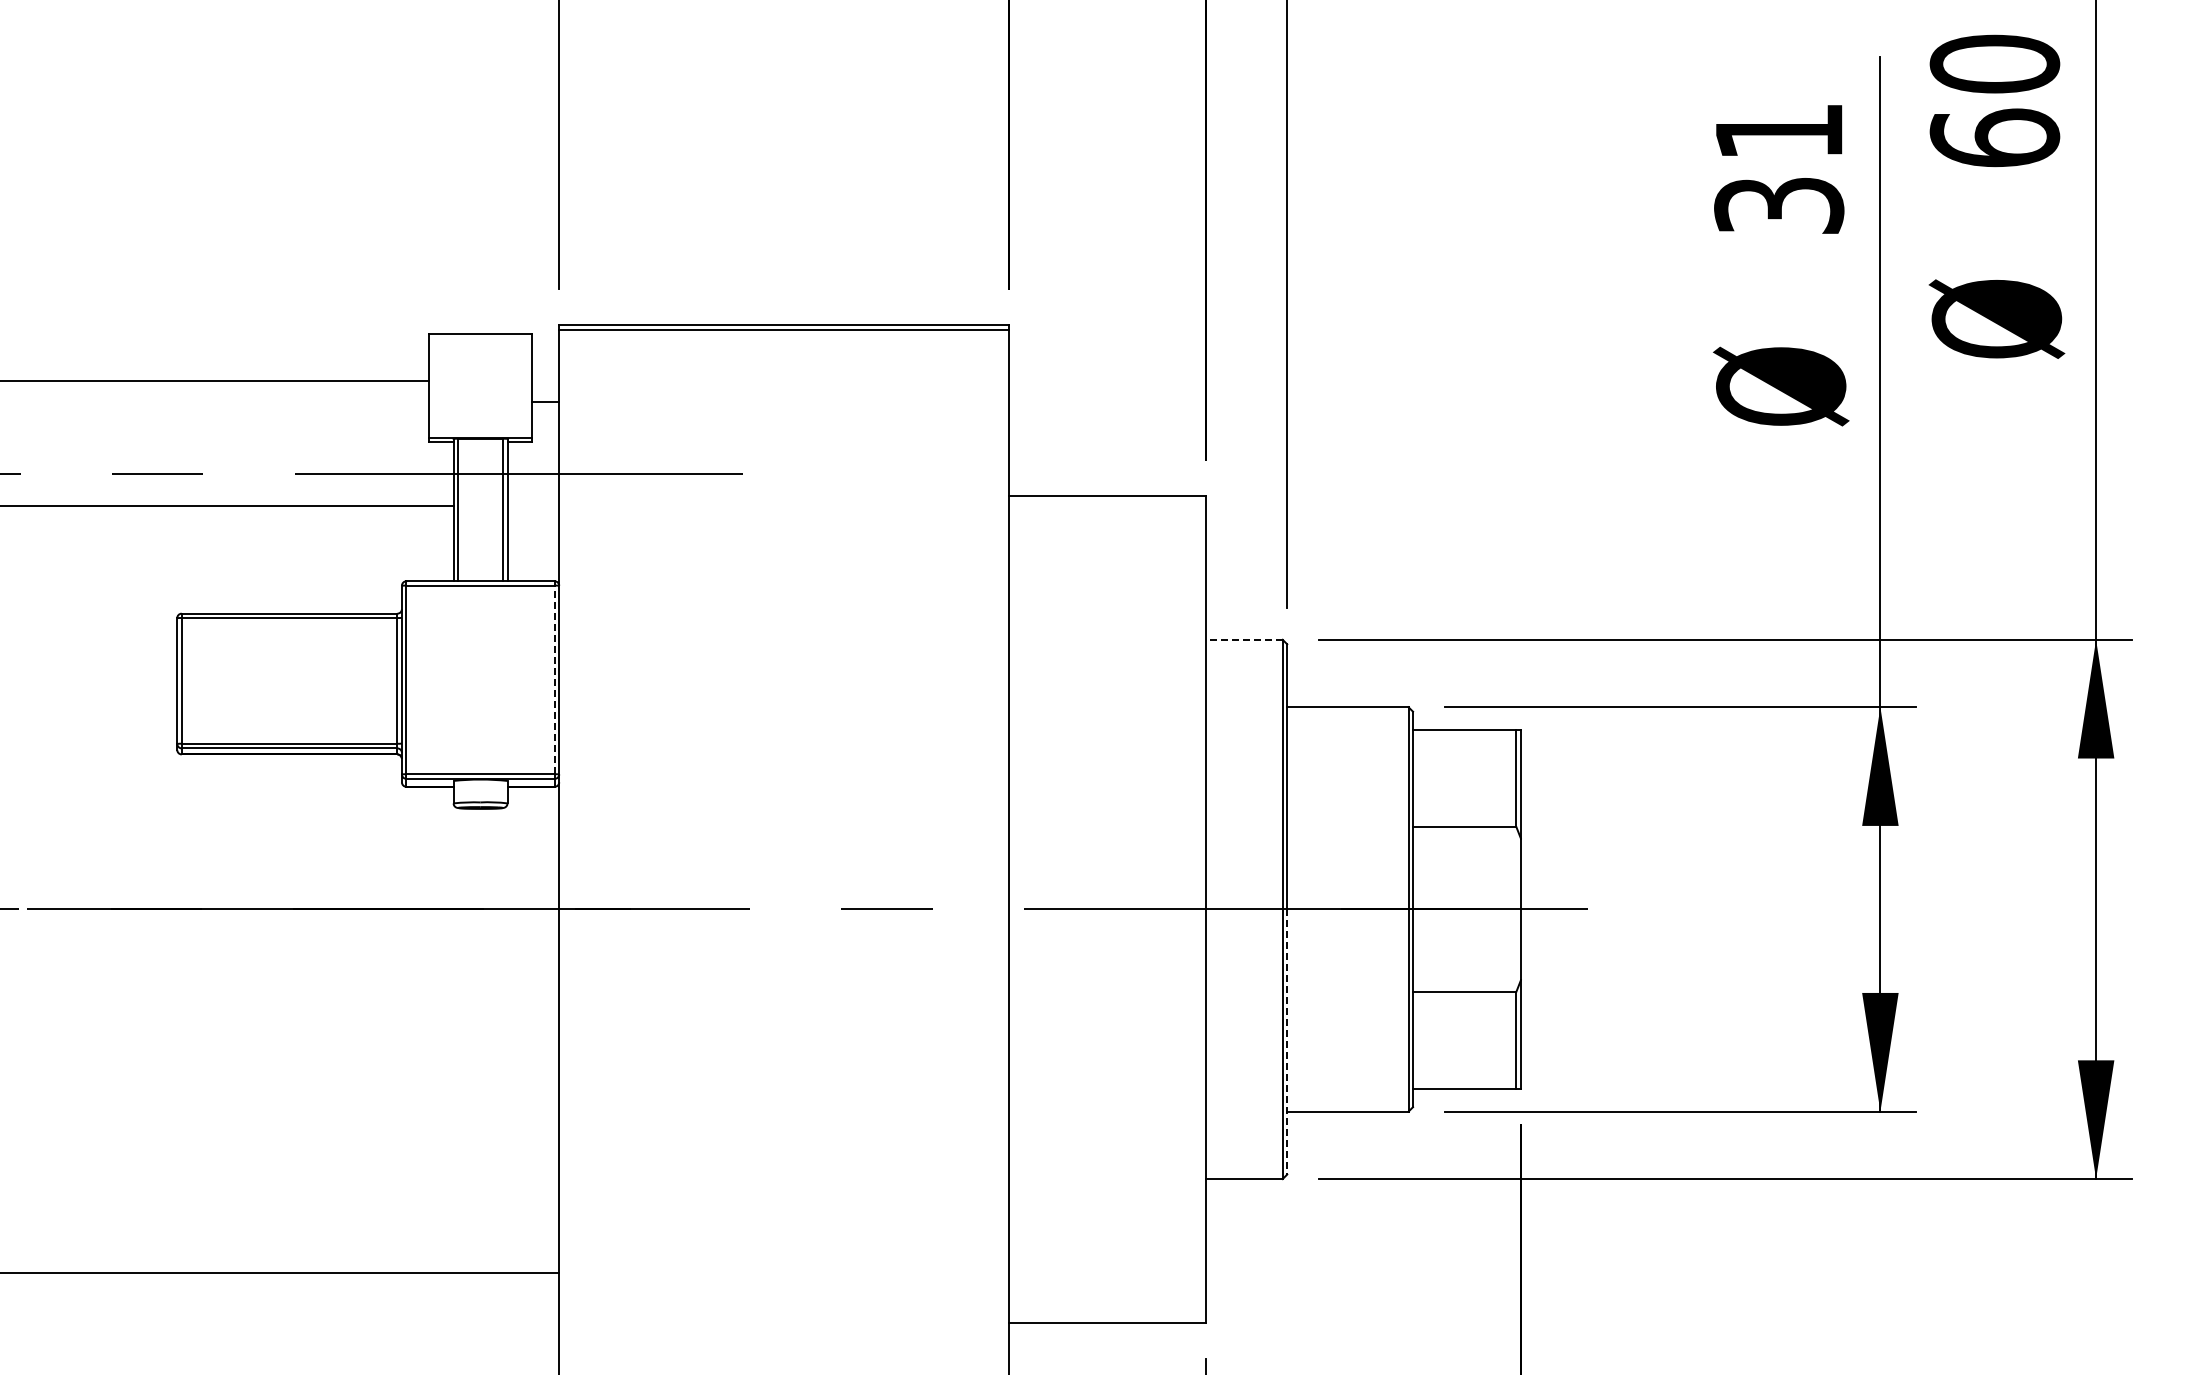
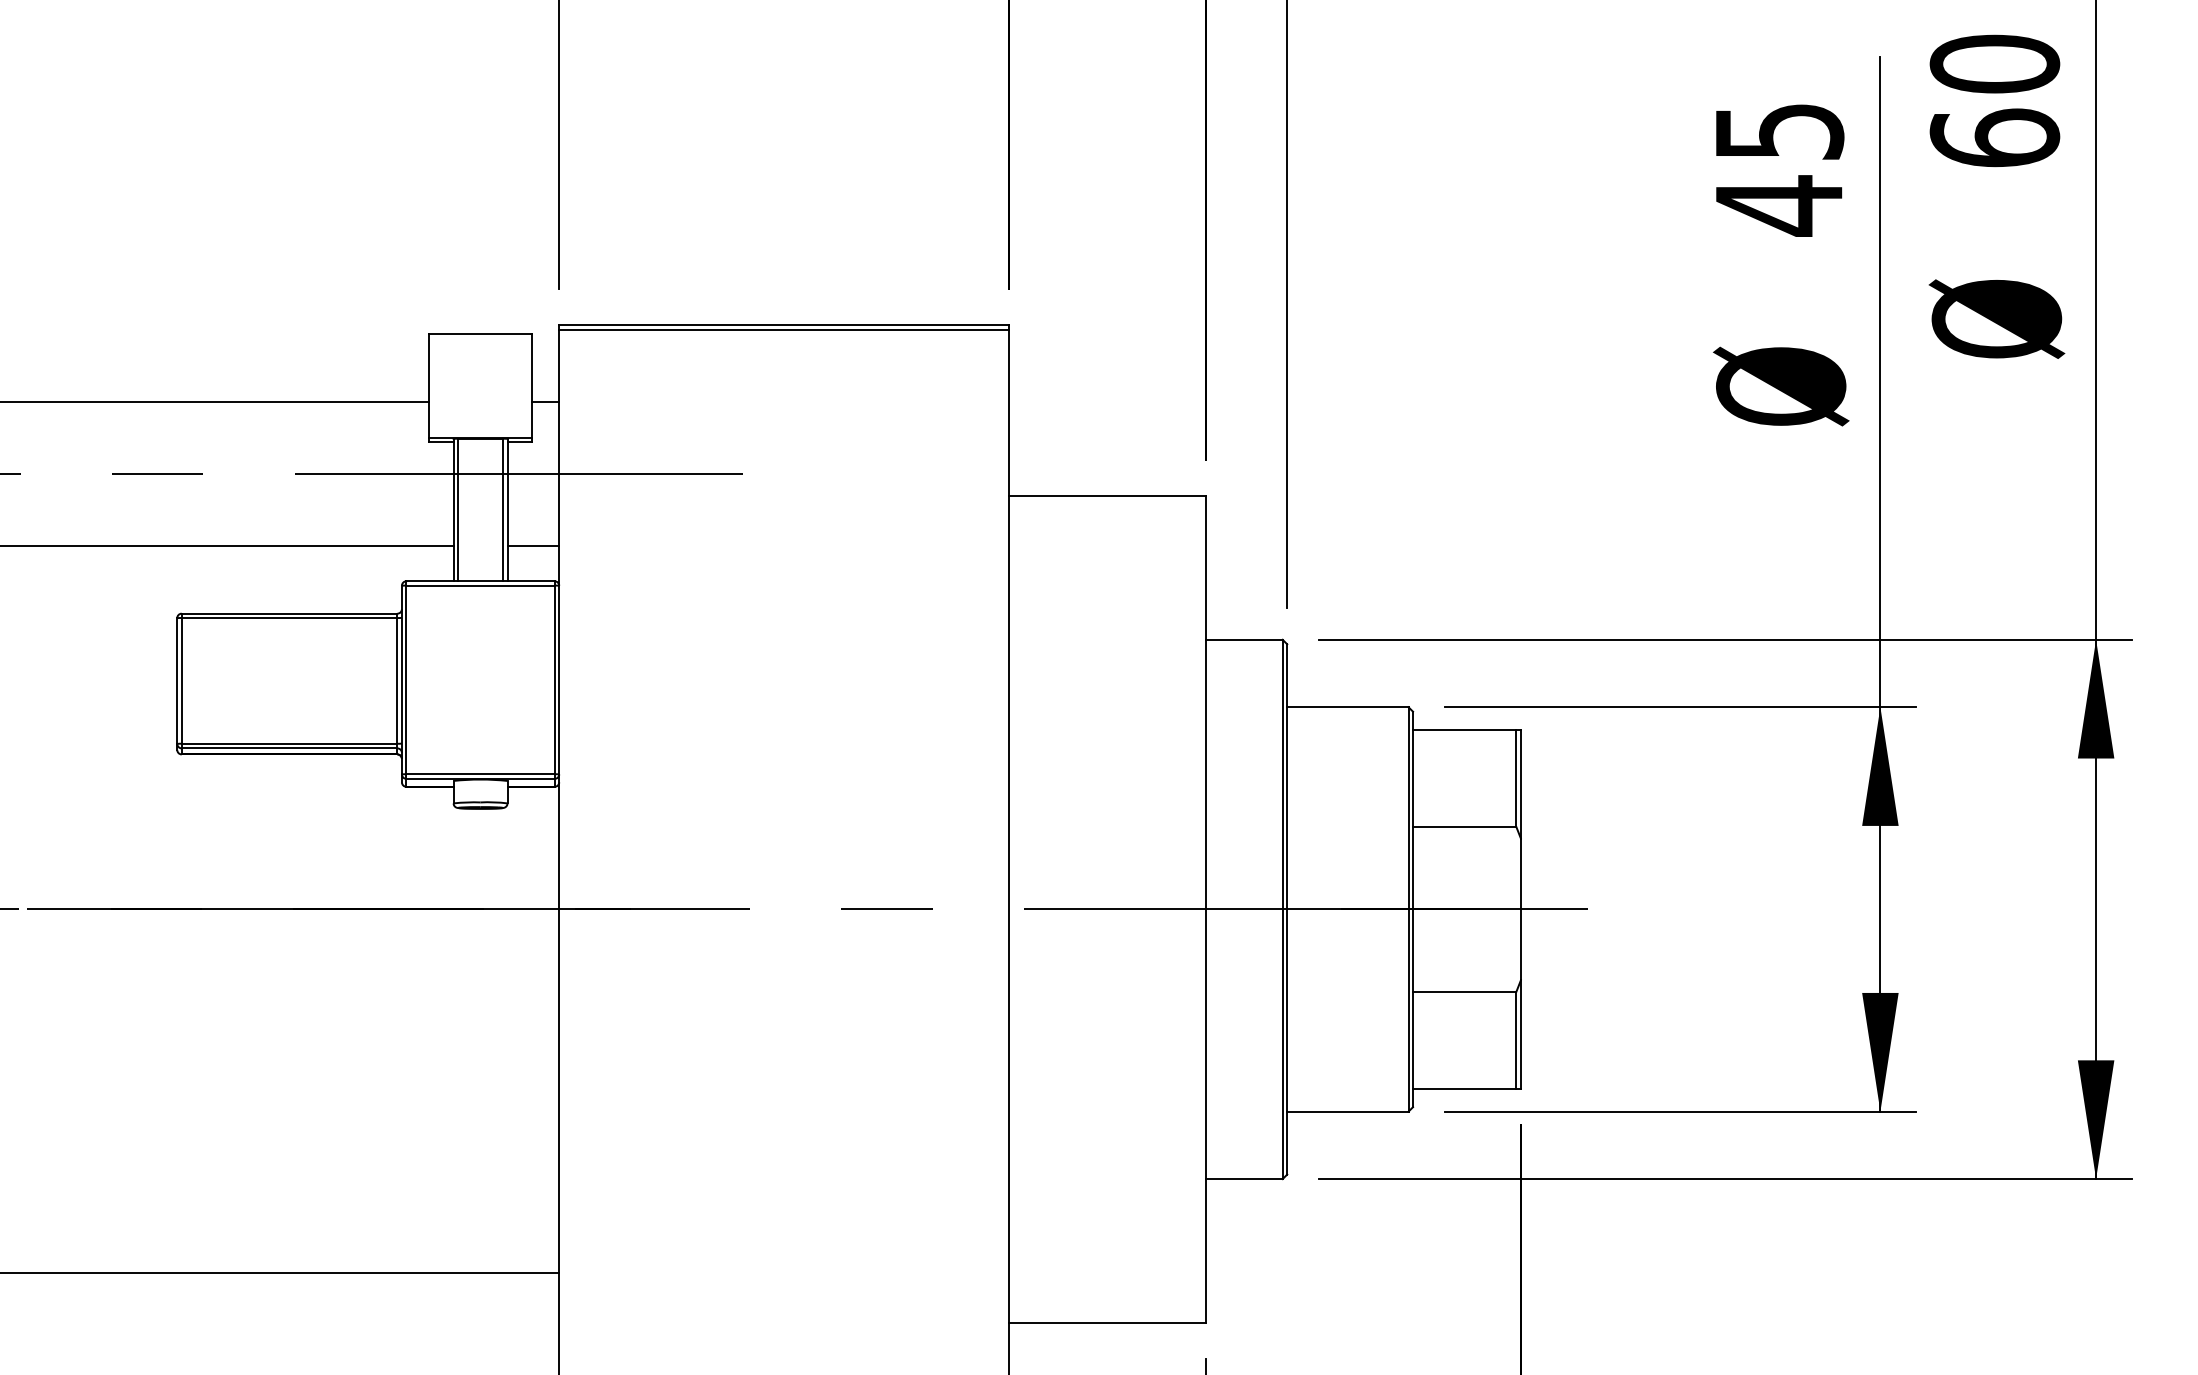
text at (1779, 170): 31 -> 45
line at (215, 381) position: (215, 381) -> (215, 402)
line at (227, 505) position: (227, 505) -> (227, 545)
line at (533, 545): none -> present
line at (1244, 639): dashed -> solid
line at (554, 679): dashed -> solid
line at (1287, 1042): dashed -> solid
